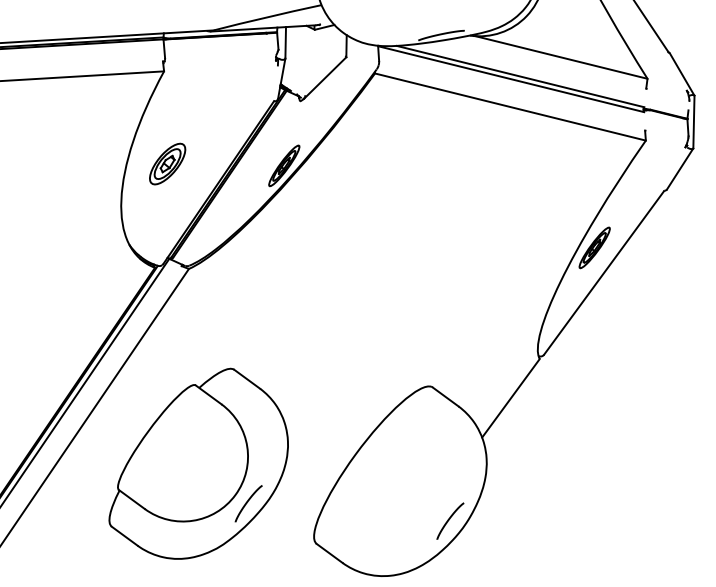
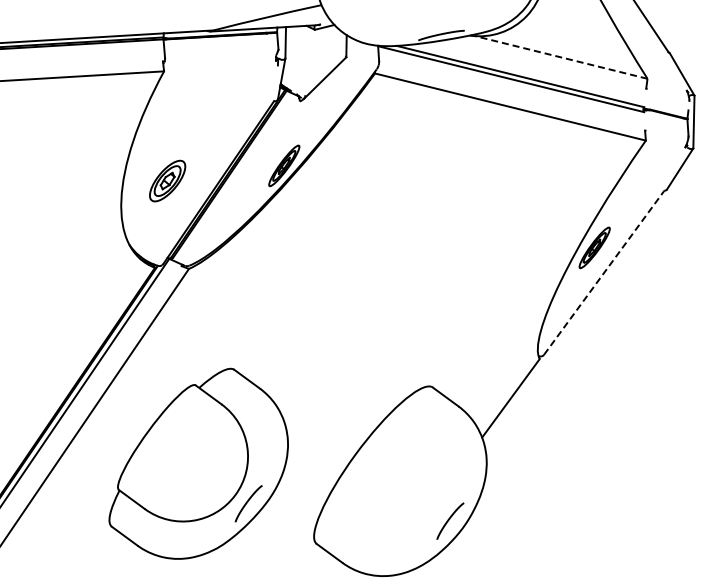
line at (561, 57): solid -> dashed
part at (167, 163) position: (167, 163) -> (167, 180)
line at (604, 272): solid -> dashed
